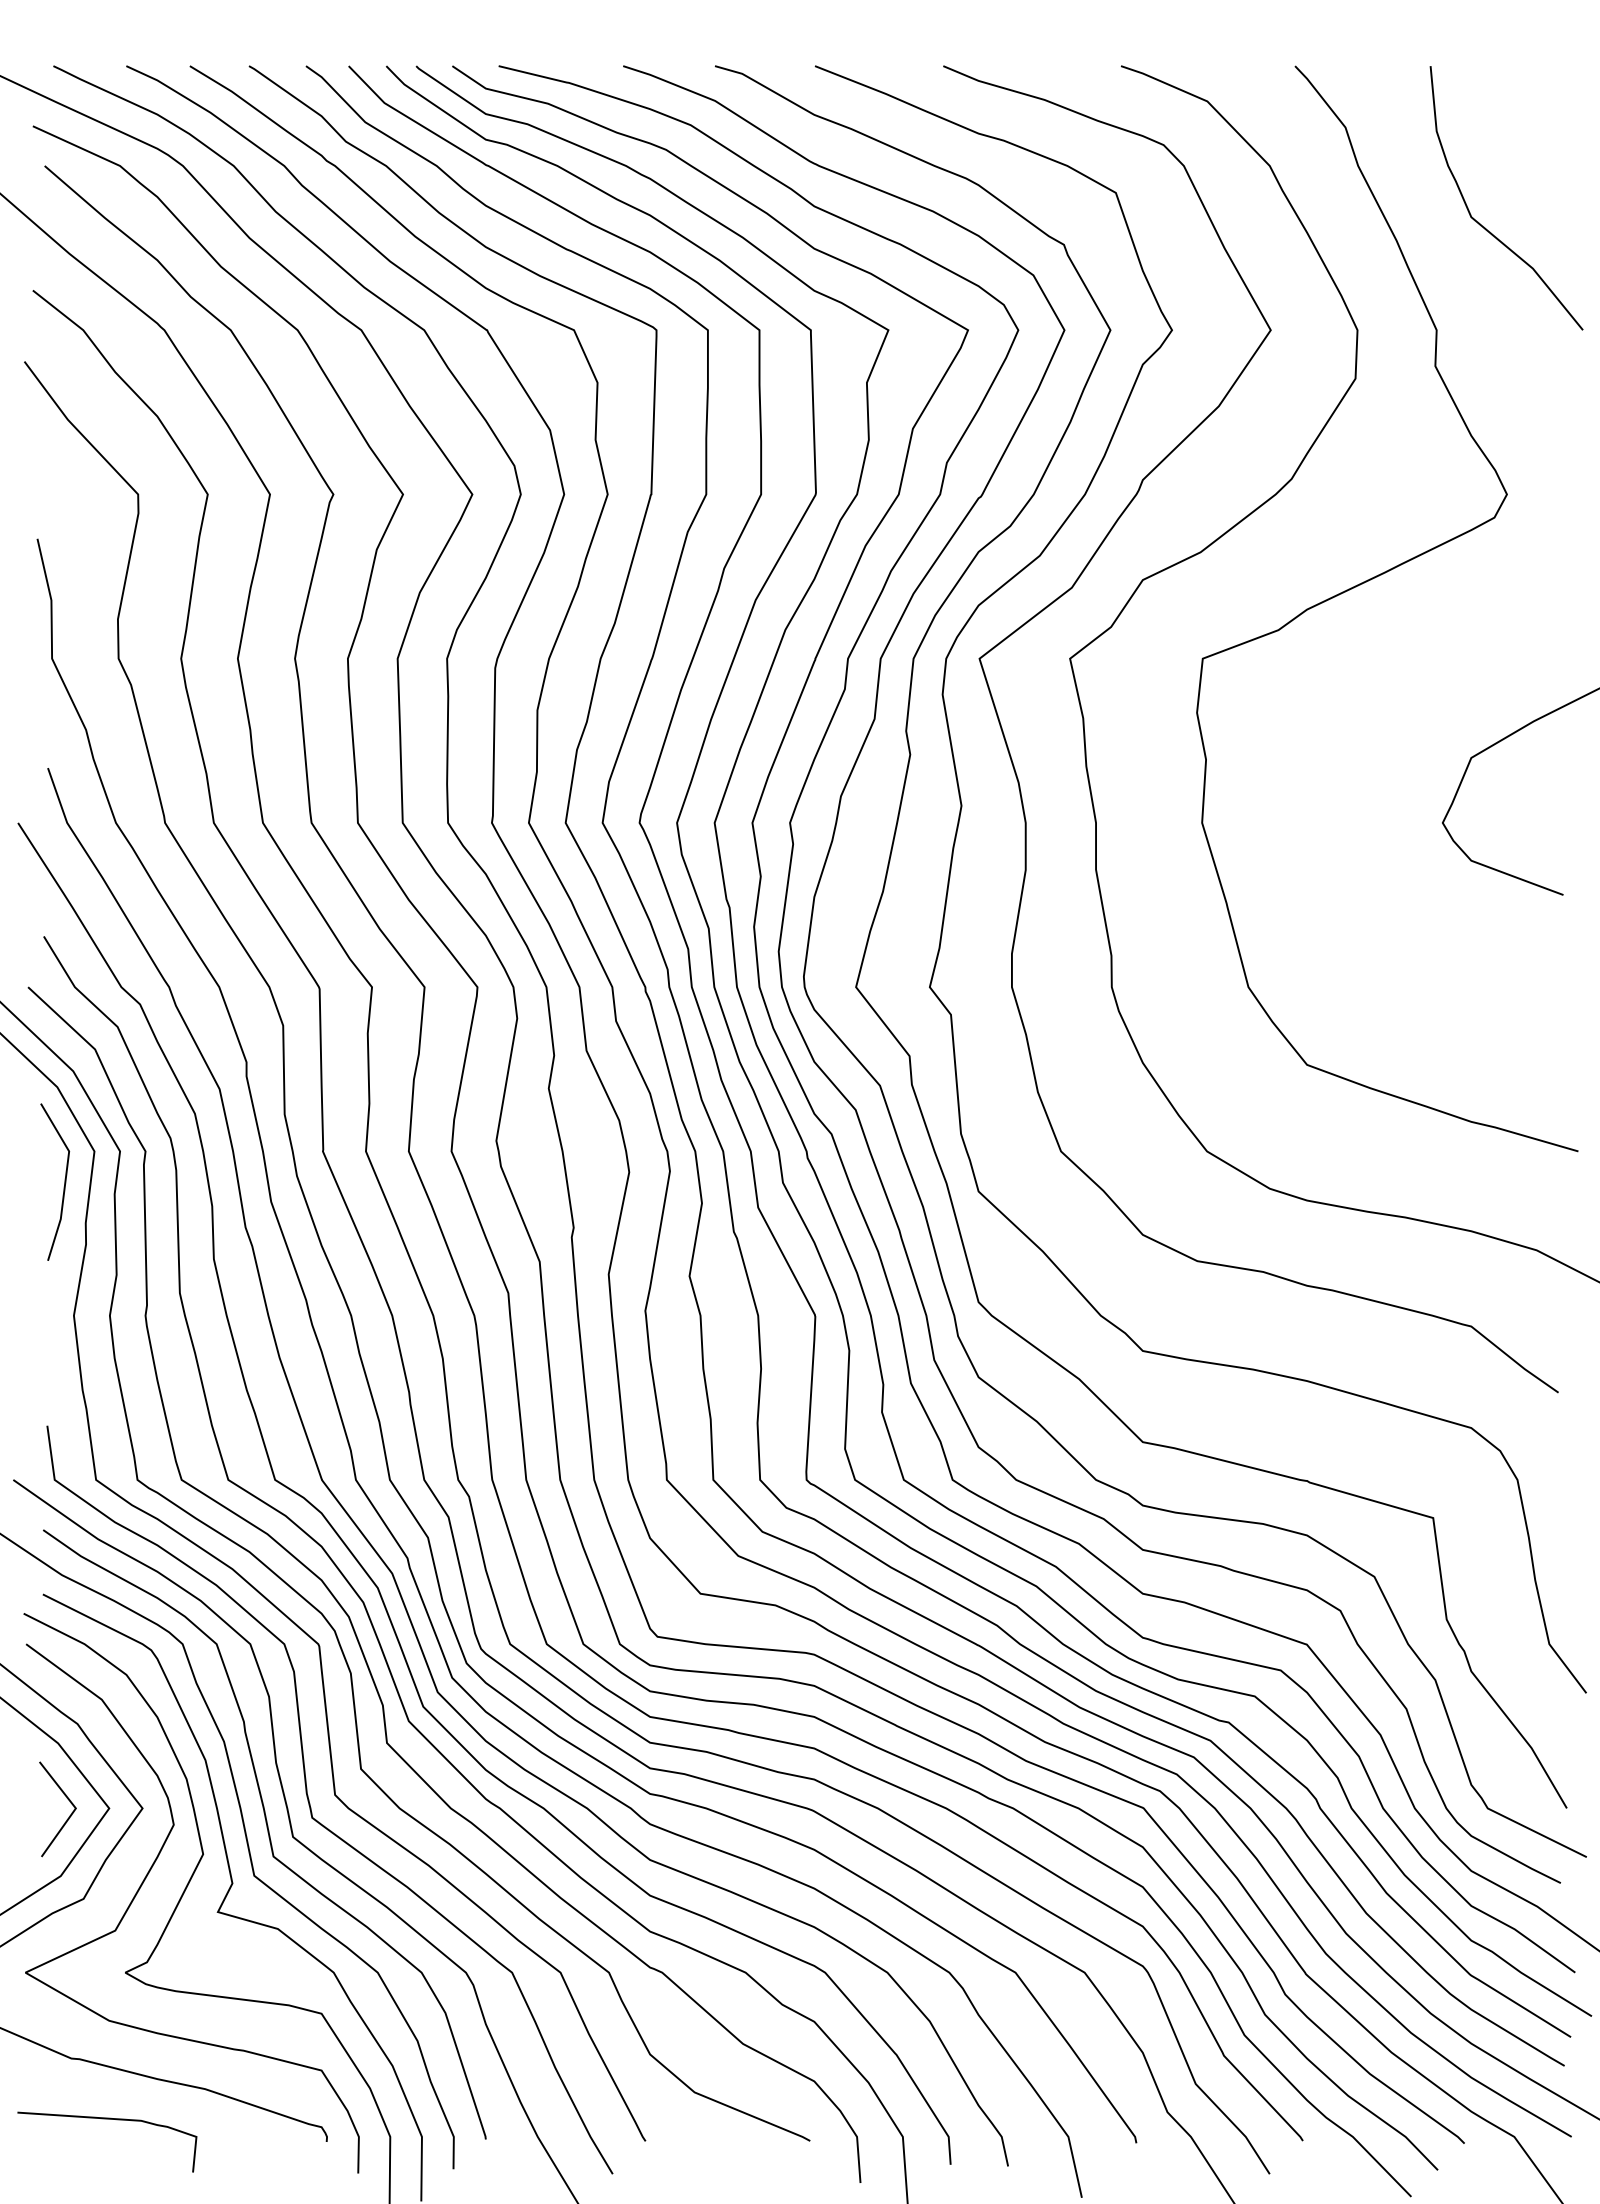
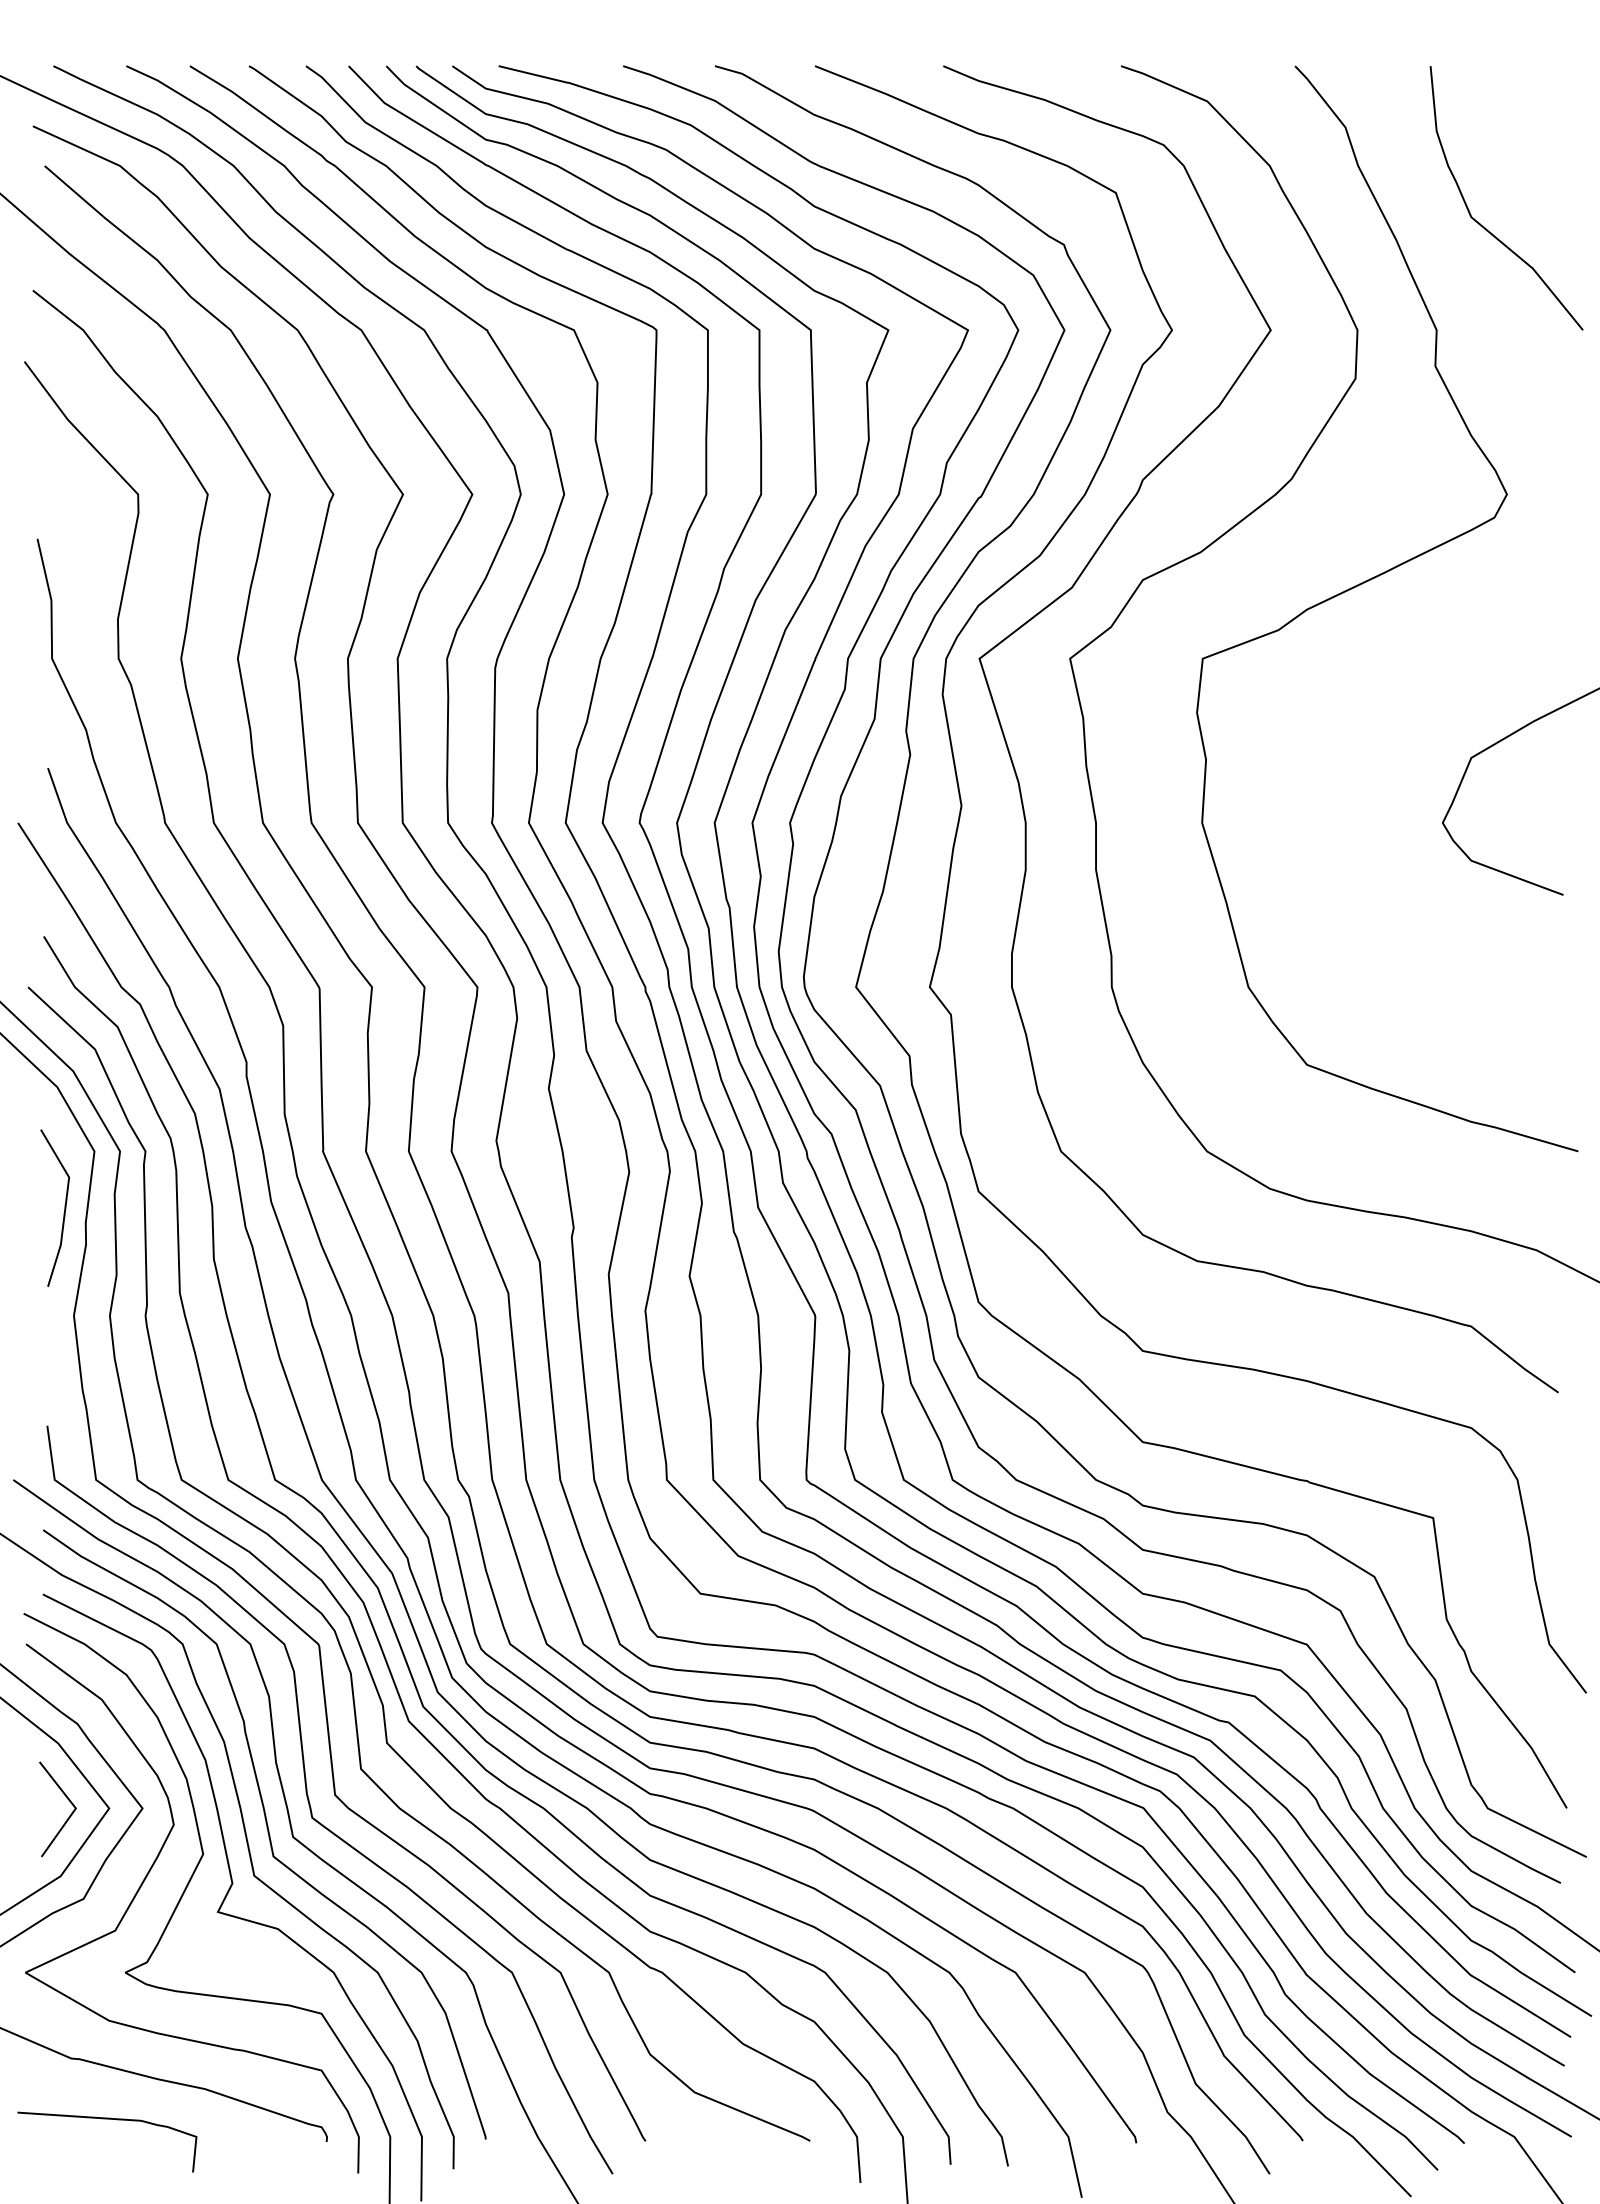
line at (64, 1181) position: (64, 1181) -> (64, 1207)
